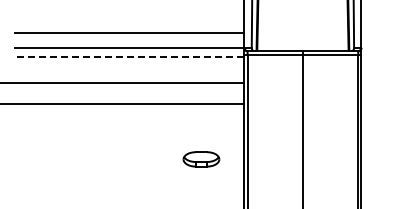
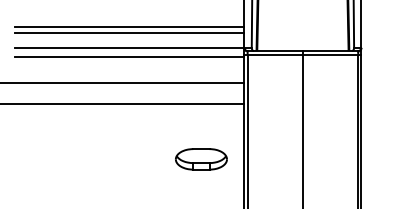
line at (129, 26): none -> present
line at (129, 57): dashed -> solid
part at (201, 159) size: 39x17 px -> 53x23 px
